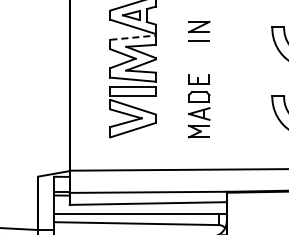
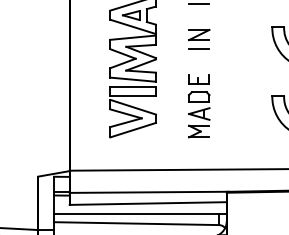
line at (198, 3): none -> present
part at (199, 30) position: (199, 30) -> (199, 38)
line at (133, 37): dashed -> solid
